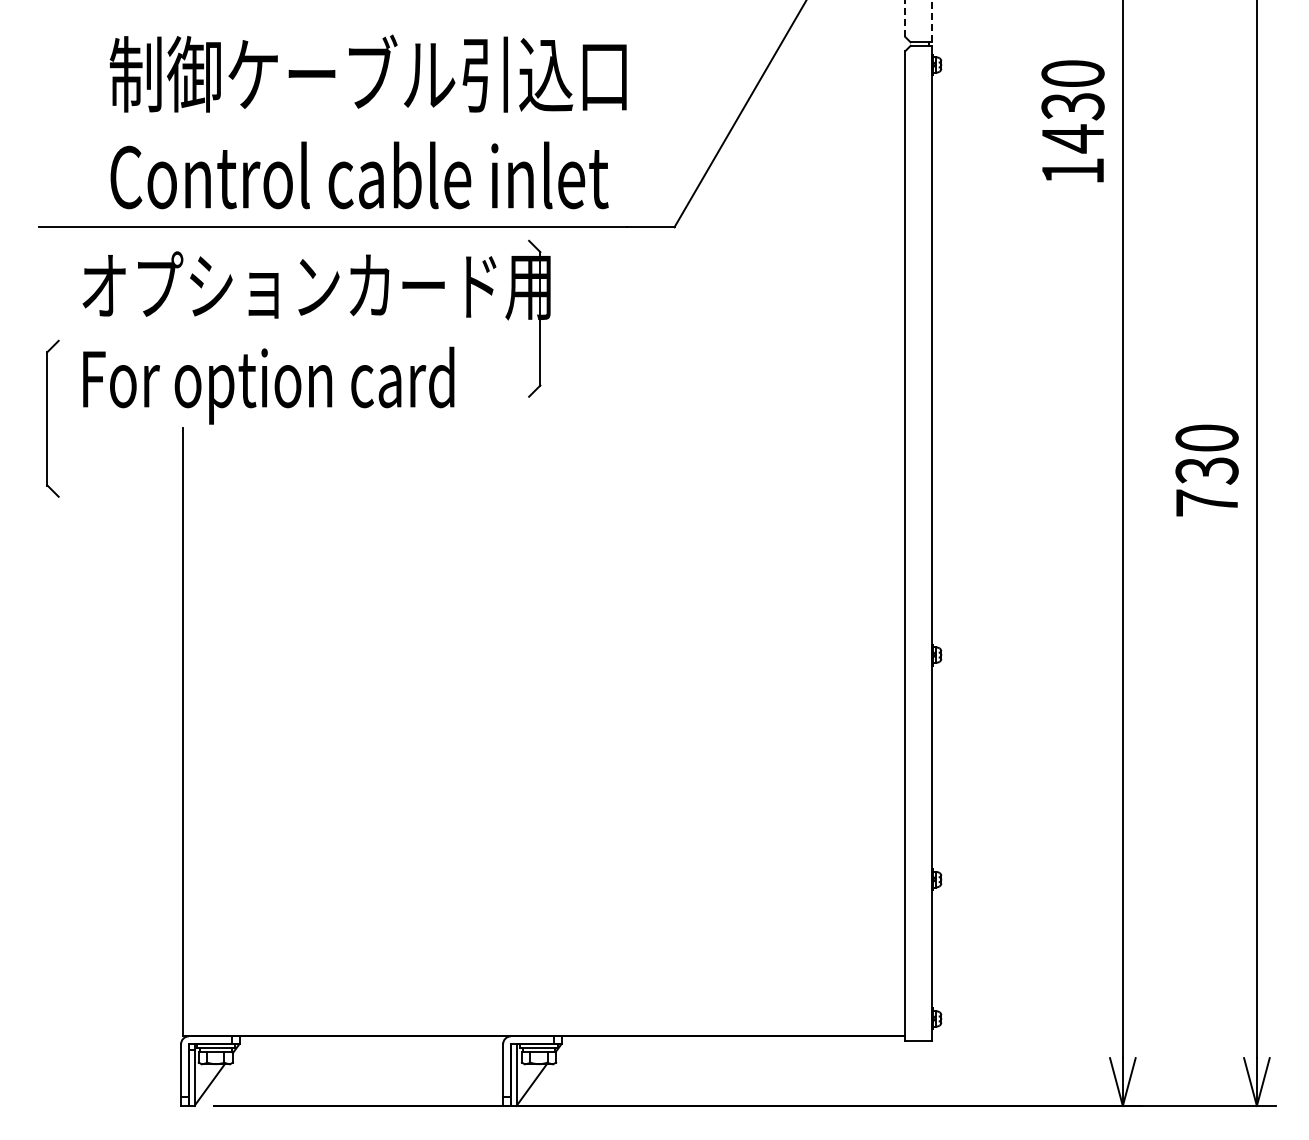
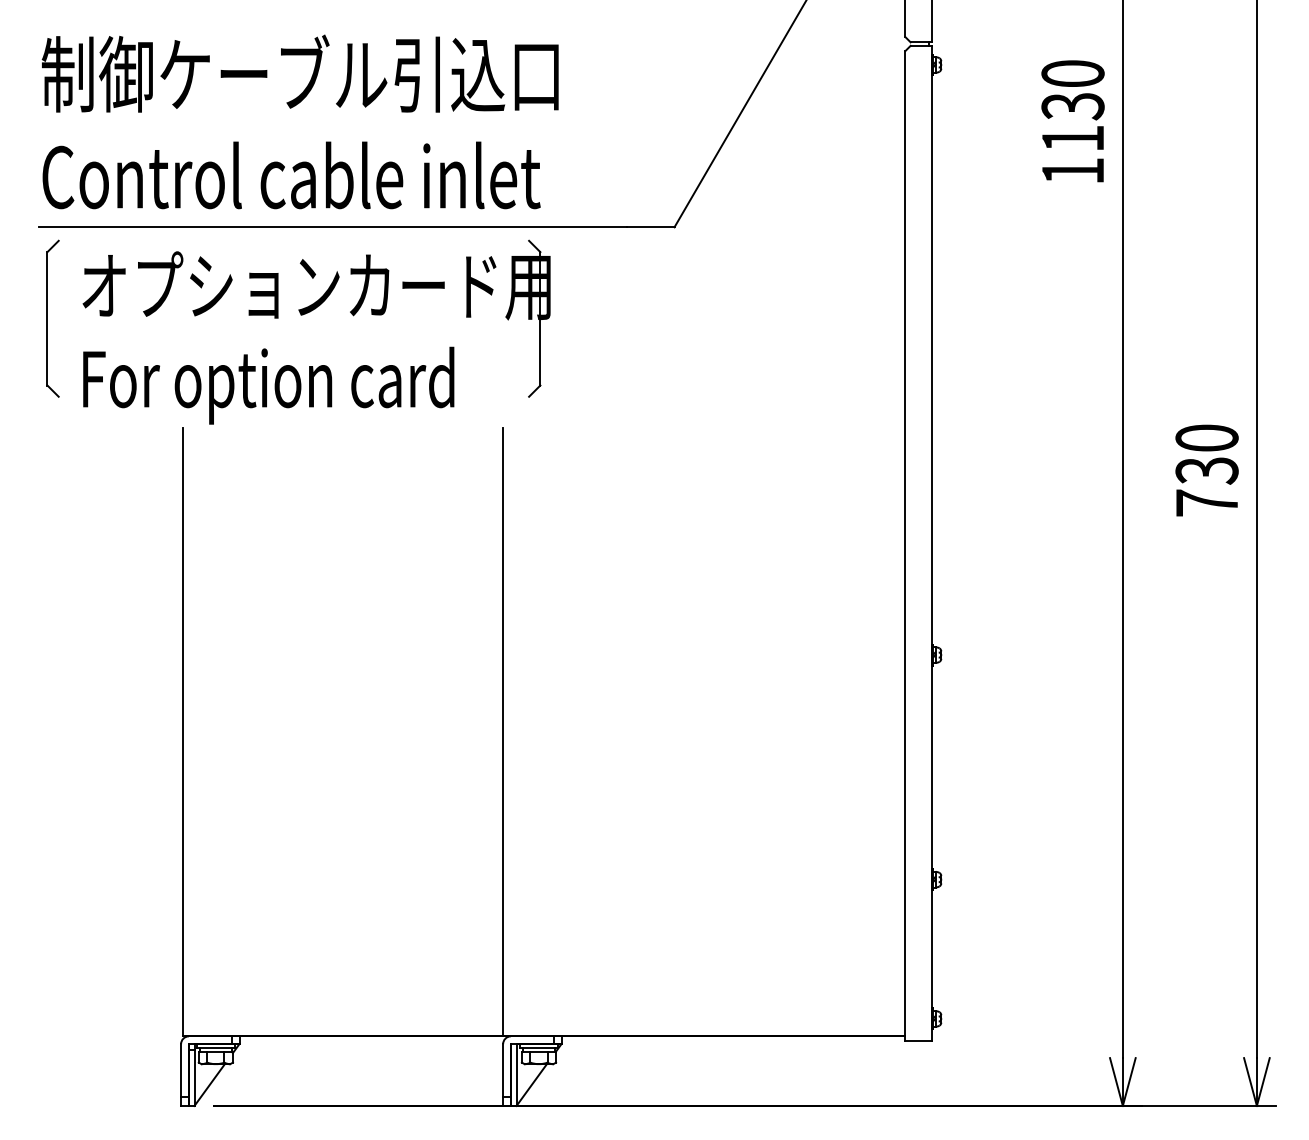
line at (905, 18): dashed -> solid
line at (931, 21): dashed -> solid
text at (367, 121) position: (367, 121) -> (299, 121)
text at (1072, 138): 1430 -> 1130
part at (52, 418) position: (52, 418) -> (52, 318)
line at (503, 732): none -> present
